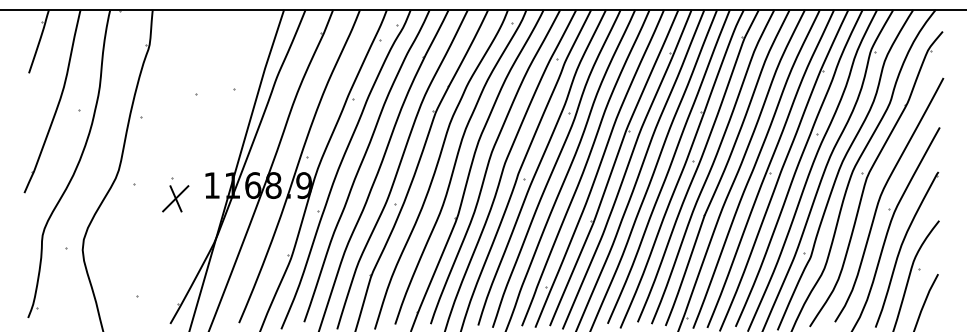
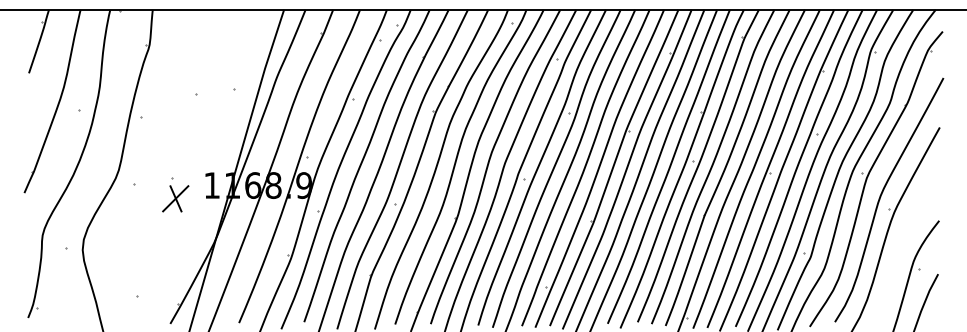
part at (907, 249): present -> none
